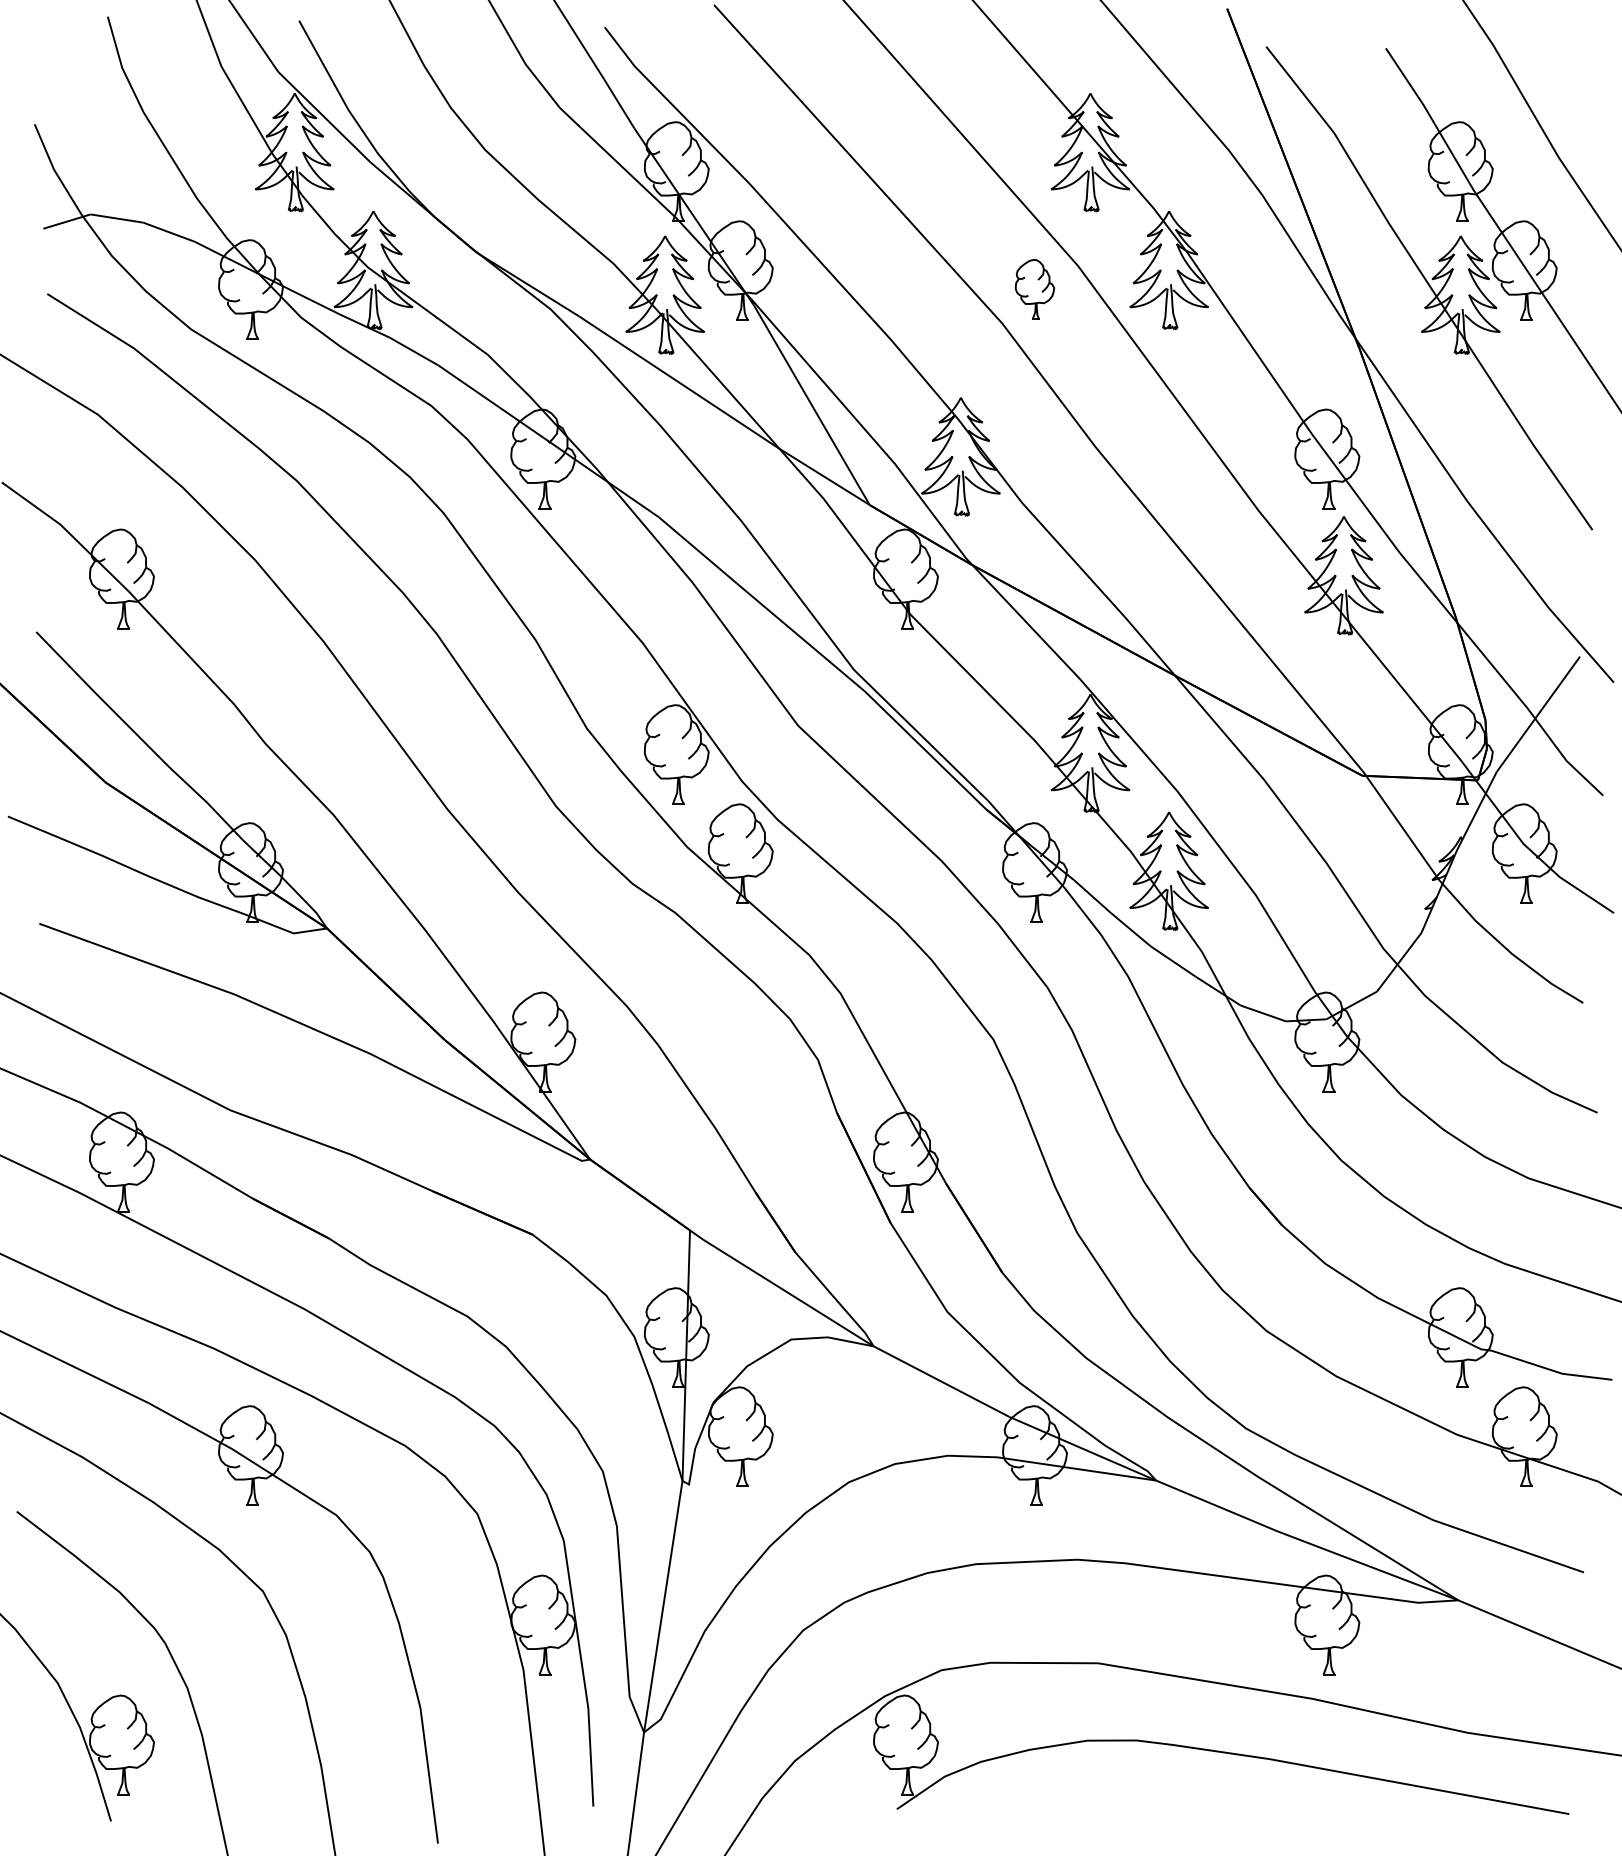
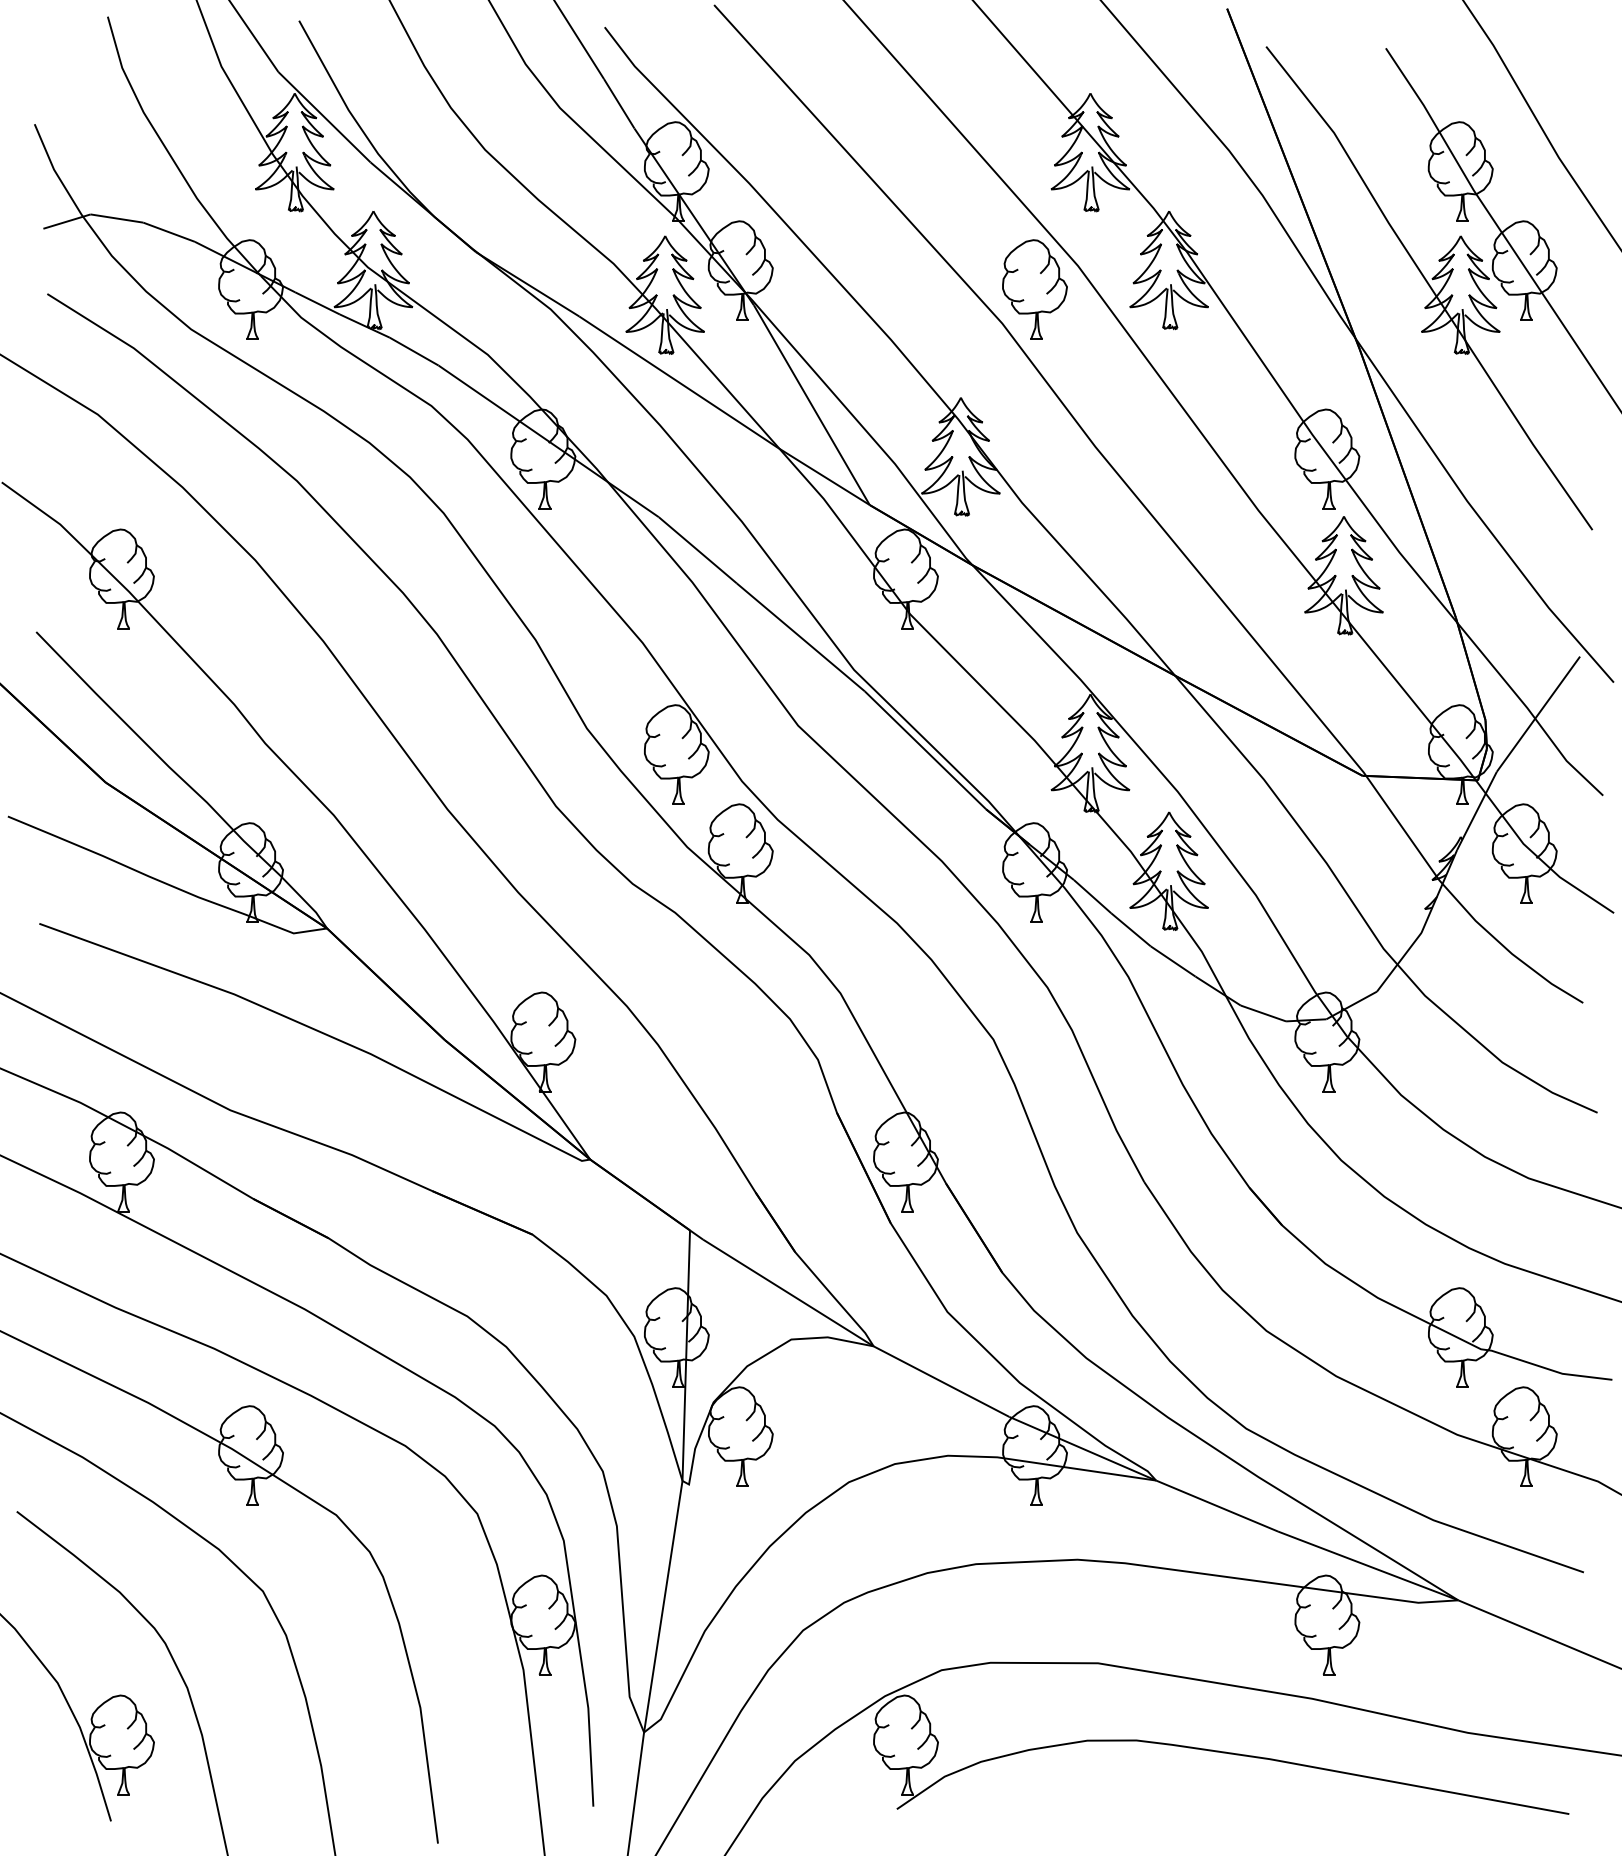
part at (1034, 289) size: 42x61 px -> 66x101 px
